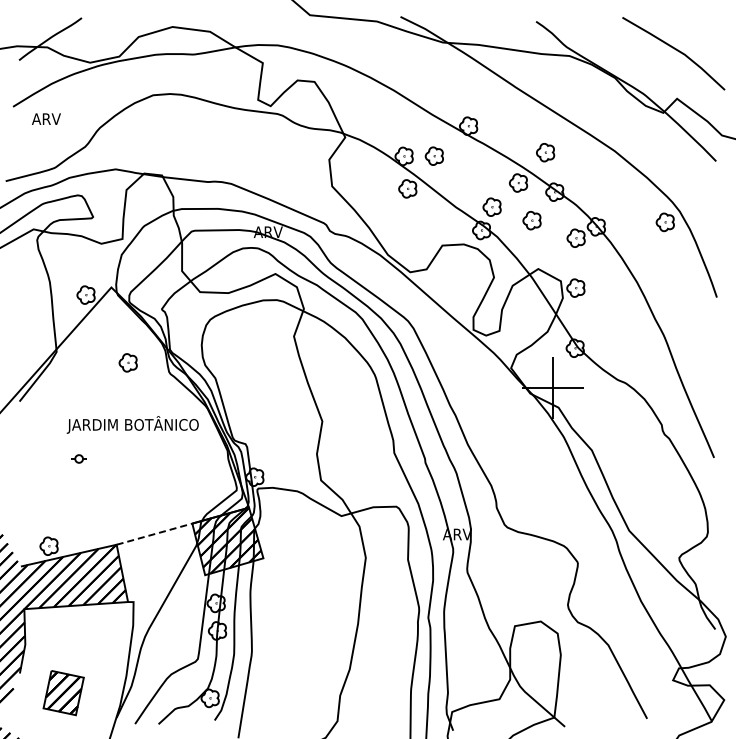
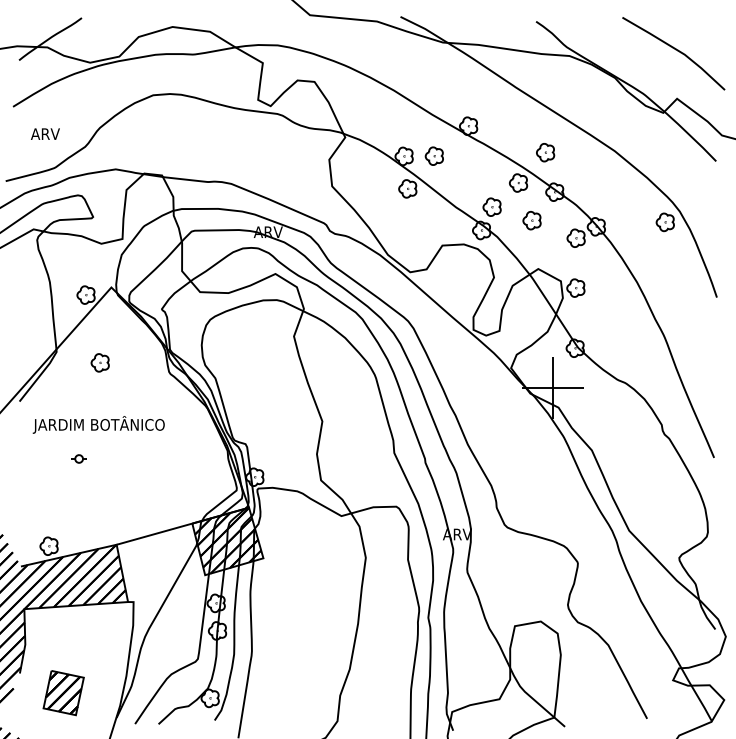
text at (46, 118) position: (46, 118) -> (45, 133)
part at (127, 362) position: (127, 362) -> (99, 362)
text at (132, 424) position: (132, 424) -> (98, 424)
line at (154, 534): dashed -> solid
